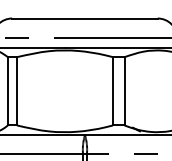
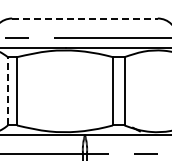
line at (84, 18): solid -> dashed
line at (7, 90): solid -> dashed
